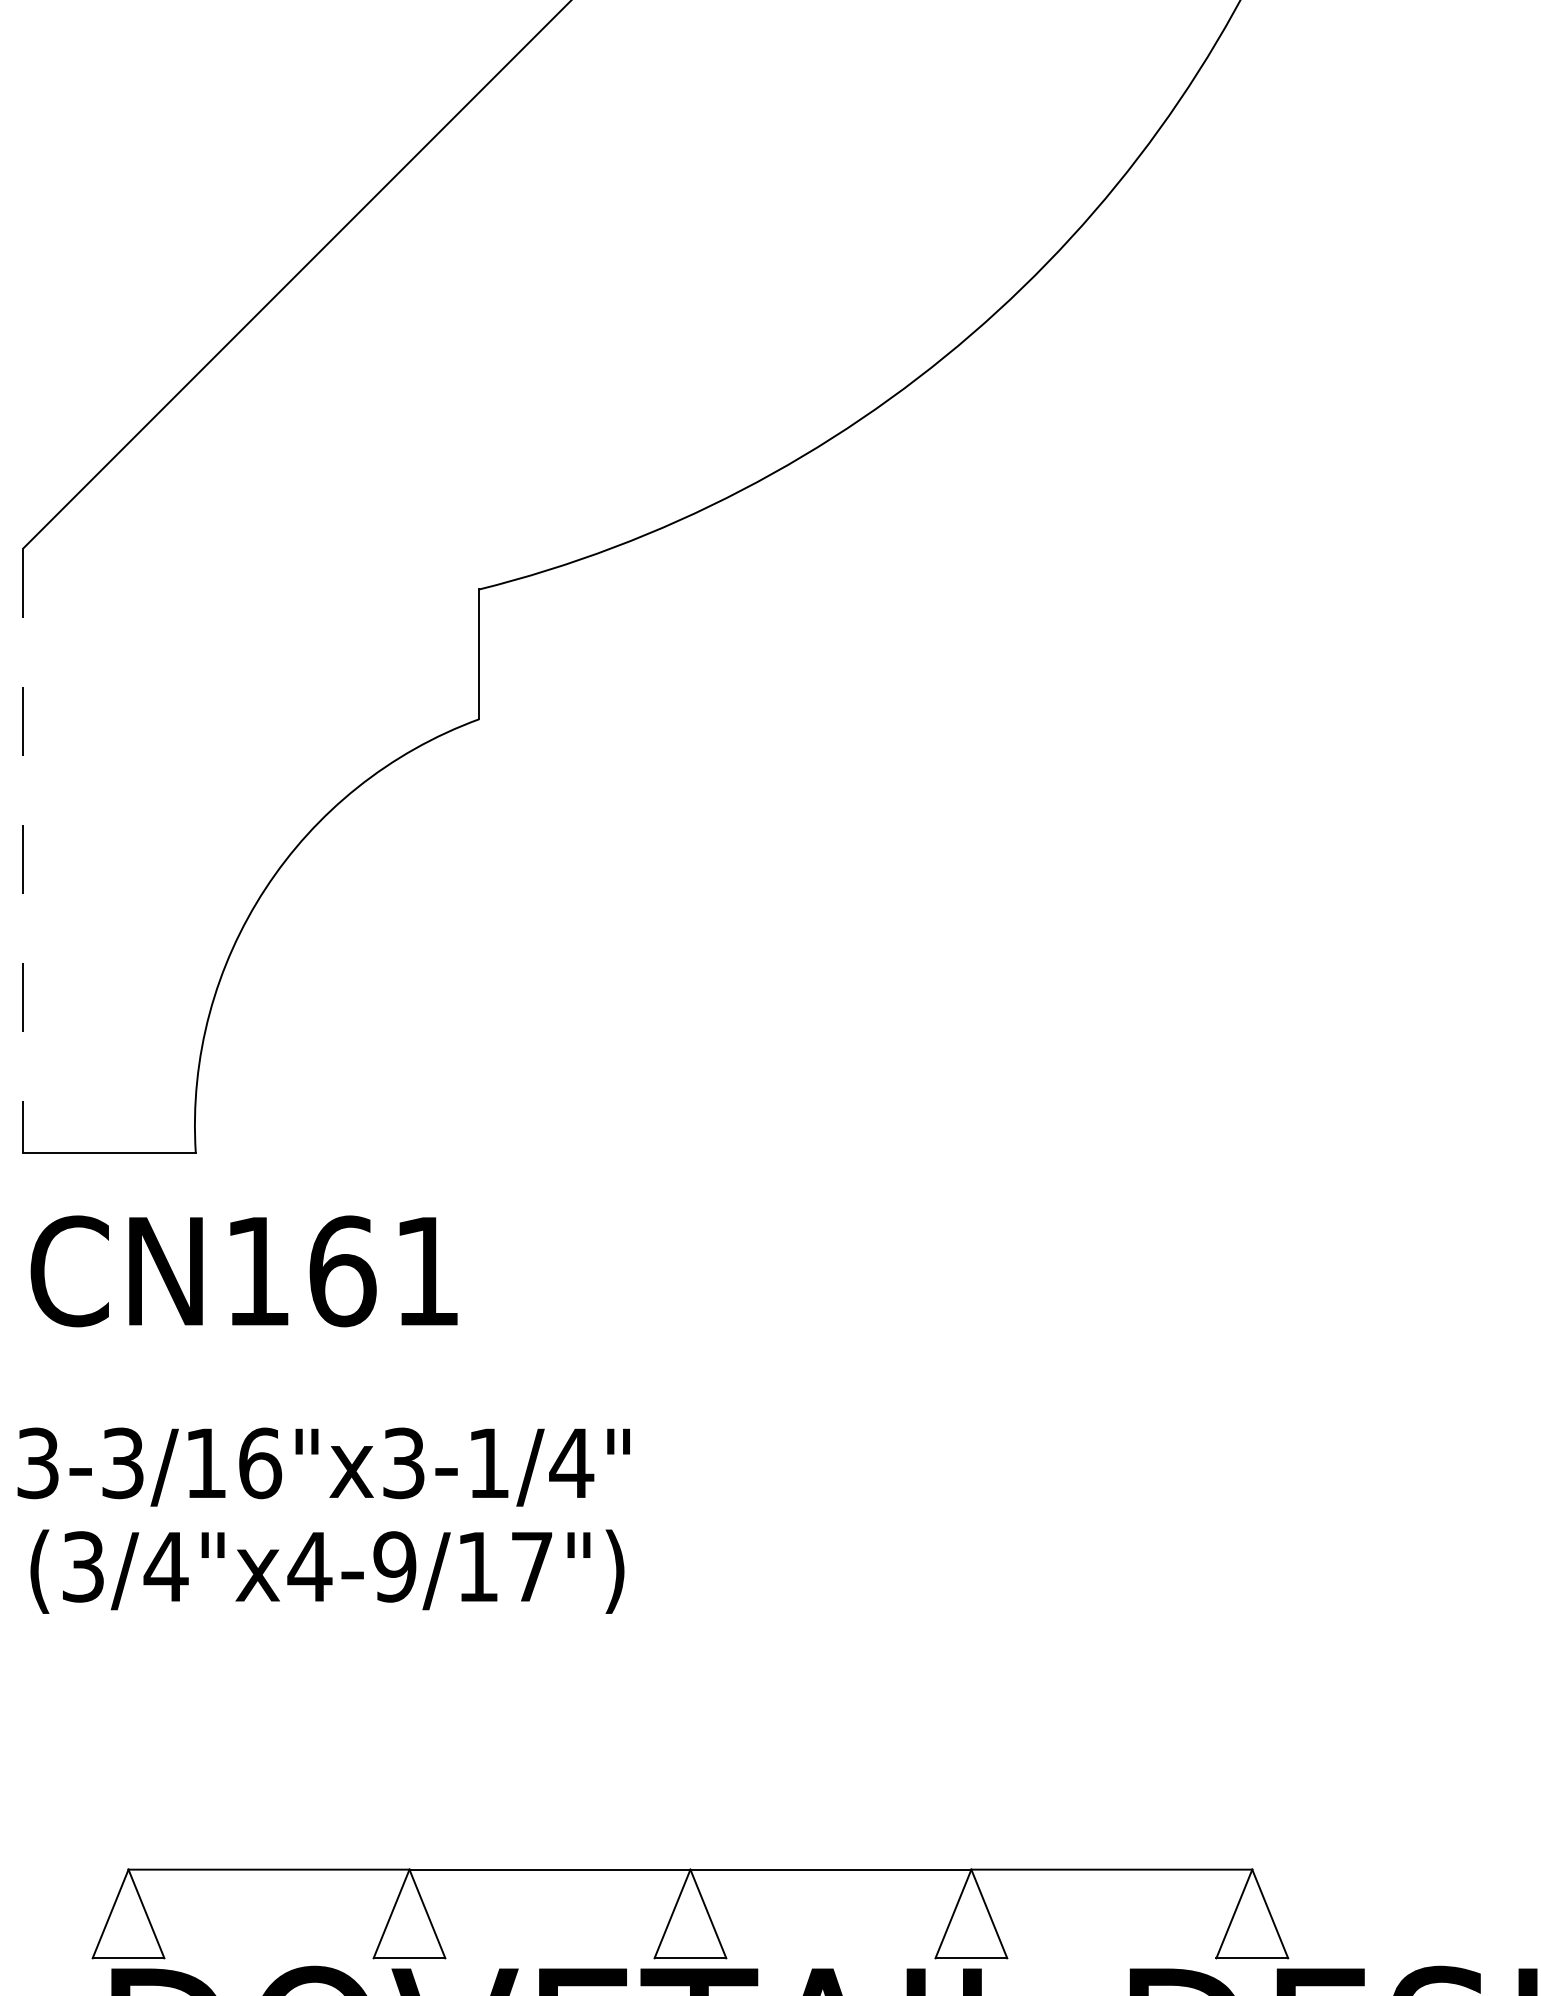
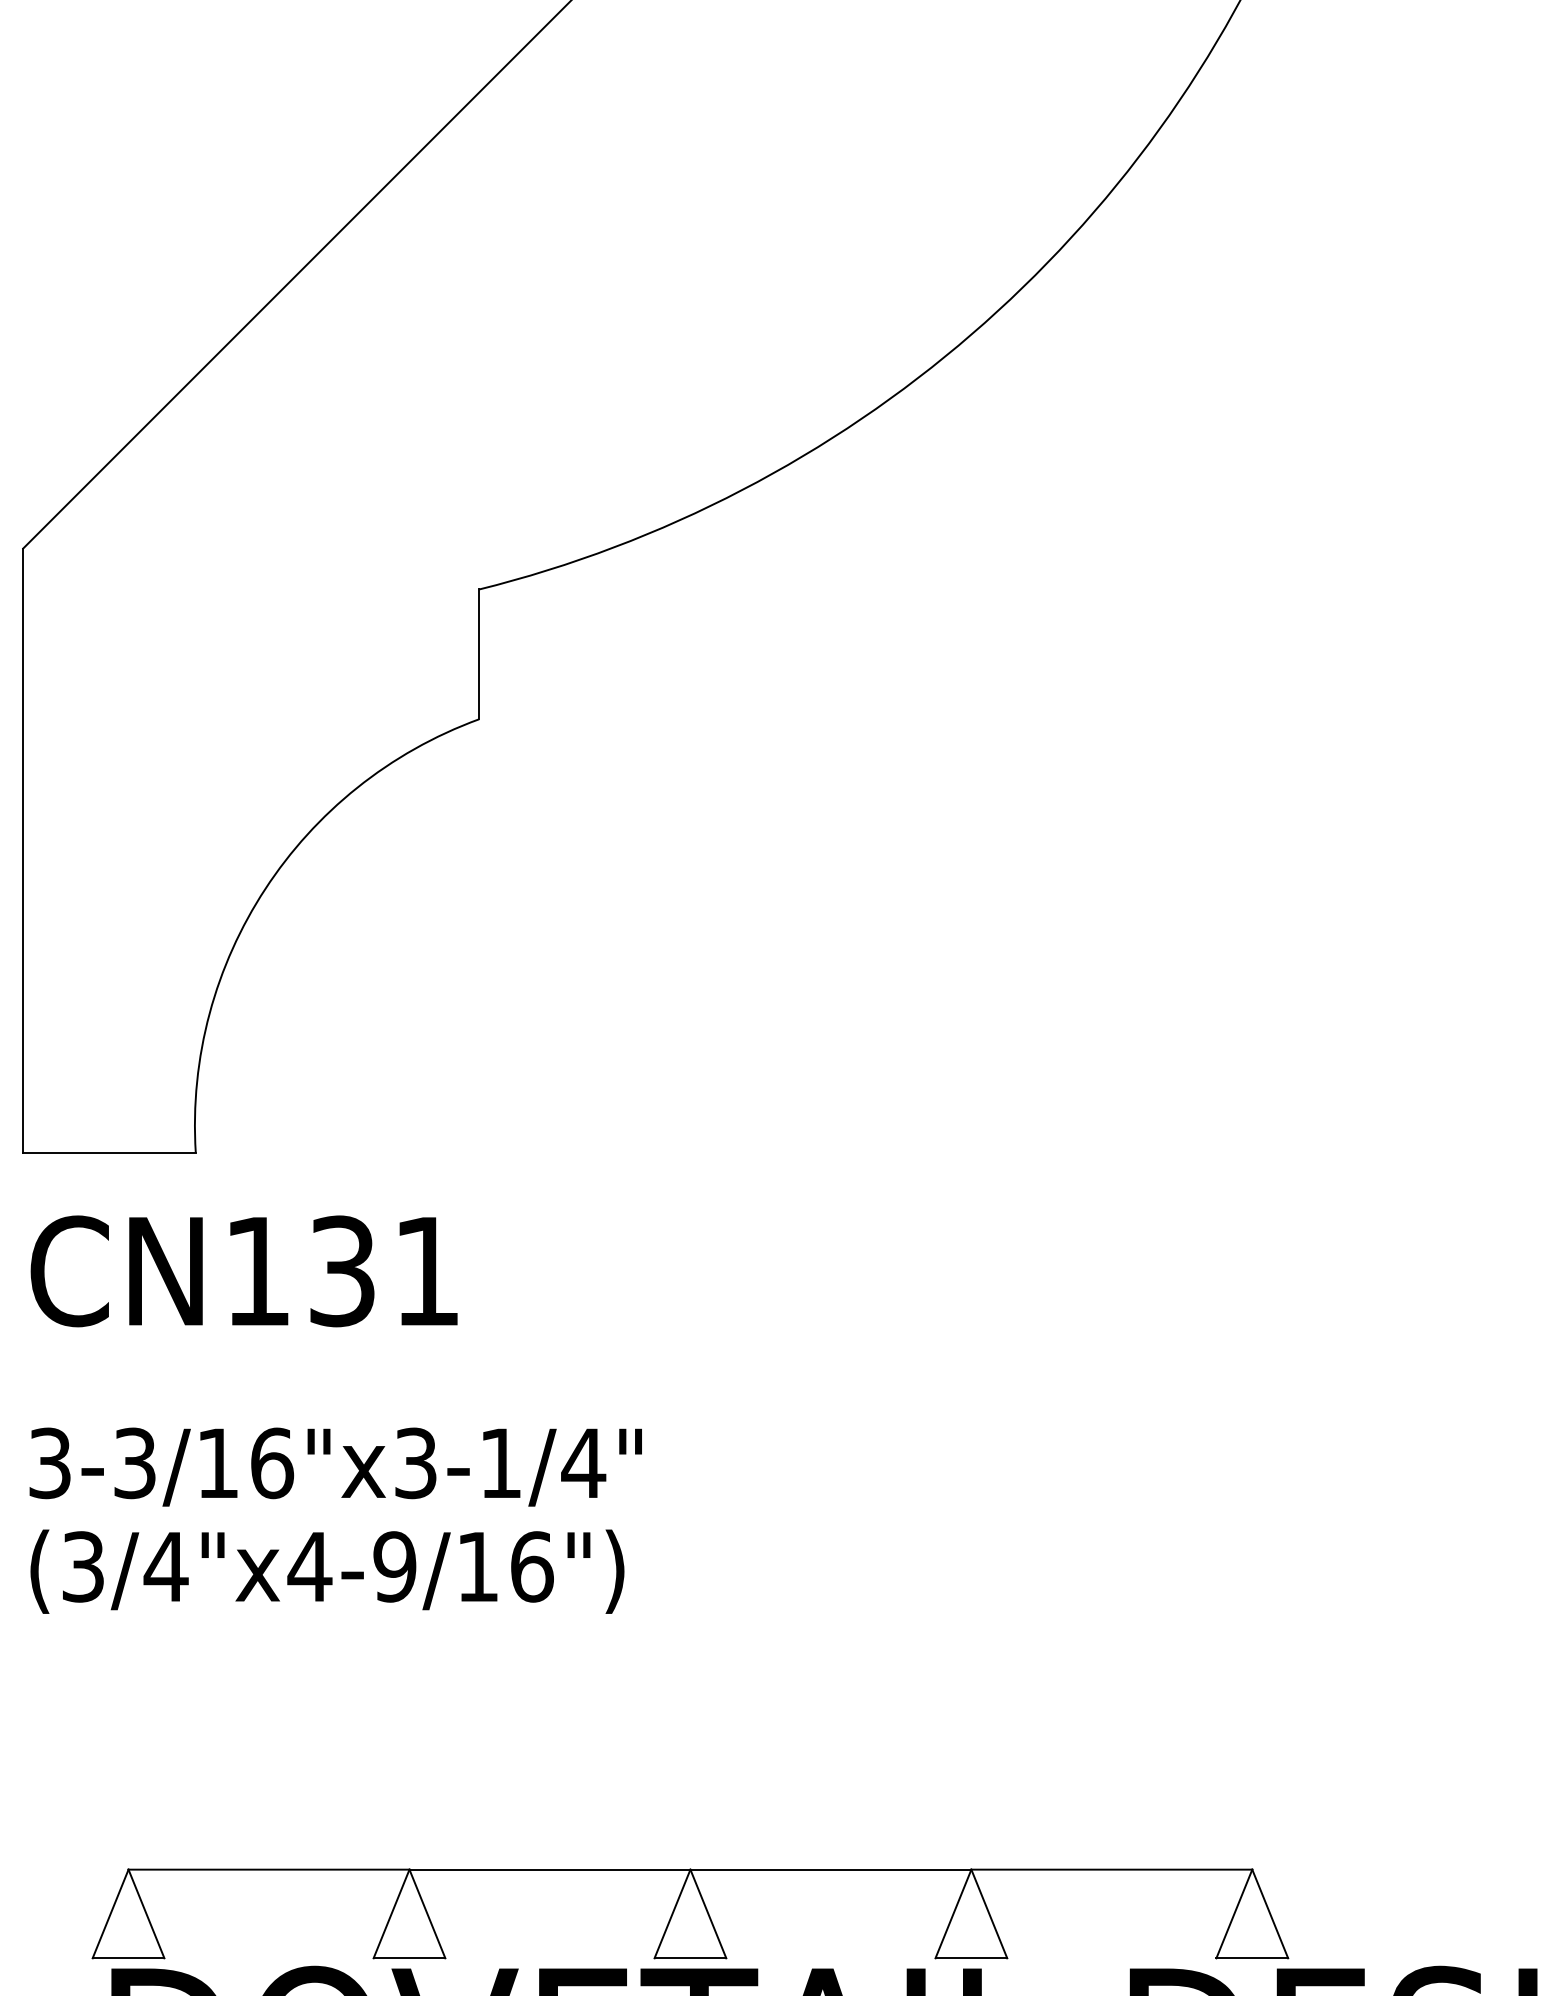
line at (23, 851): dashed -> solid
text at (342, 1271): CN161 -> CN131
text at (323, 1466) position: (323, 1466) -> (335, 1466)
text at (532, 1566): (3/4"x4-9/17") -> (3/4"x4-9/16")
